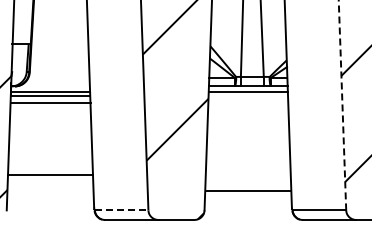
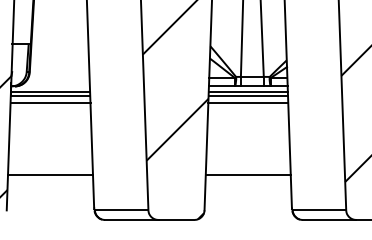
line at (248, 96): none -> present
line at (248, 103): none -> present
line at (342, 106): dashed -> solid
line at (247, 191) position: (247, 191) -> (247, 175)
line at (121, 210): dashed -> solid
